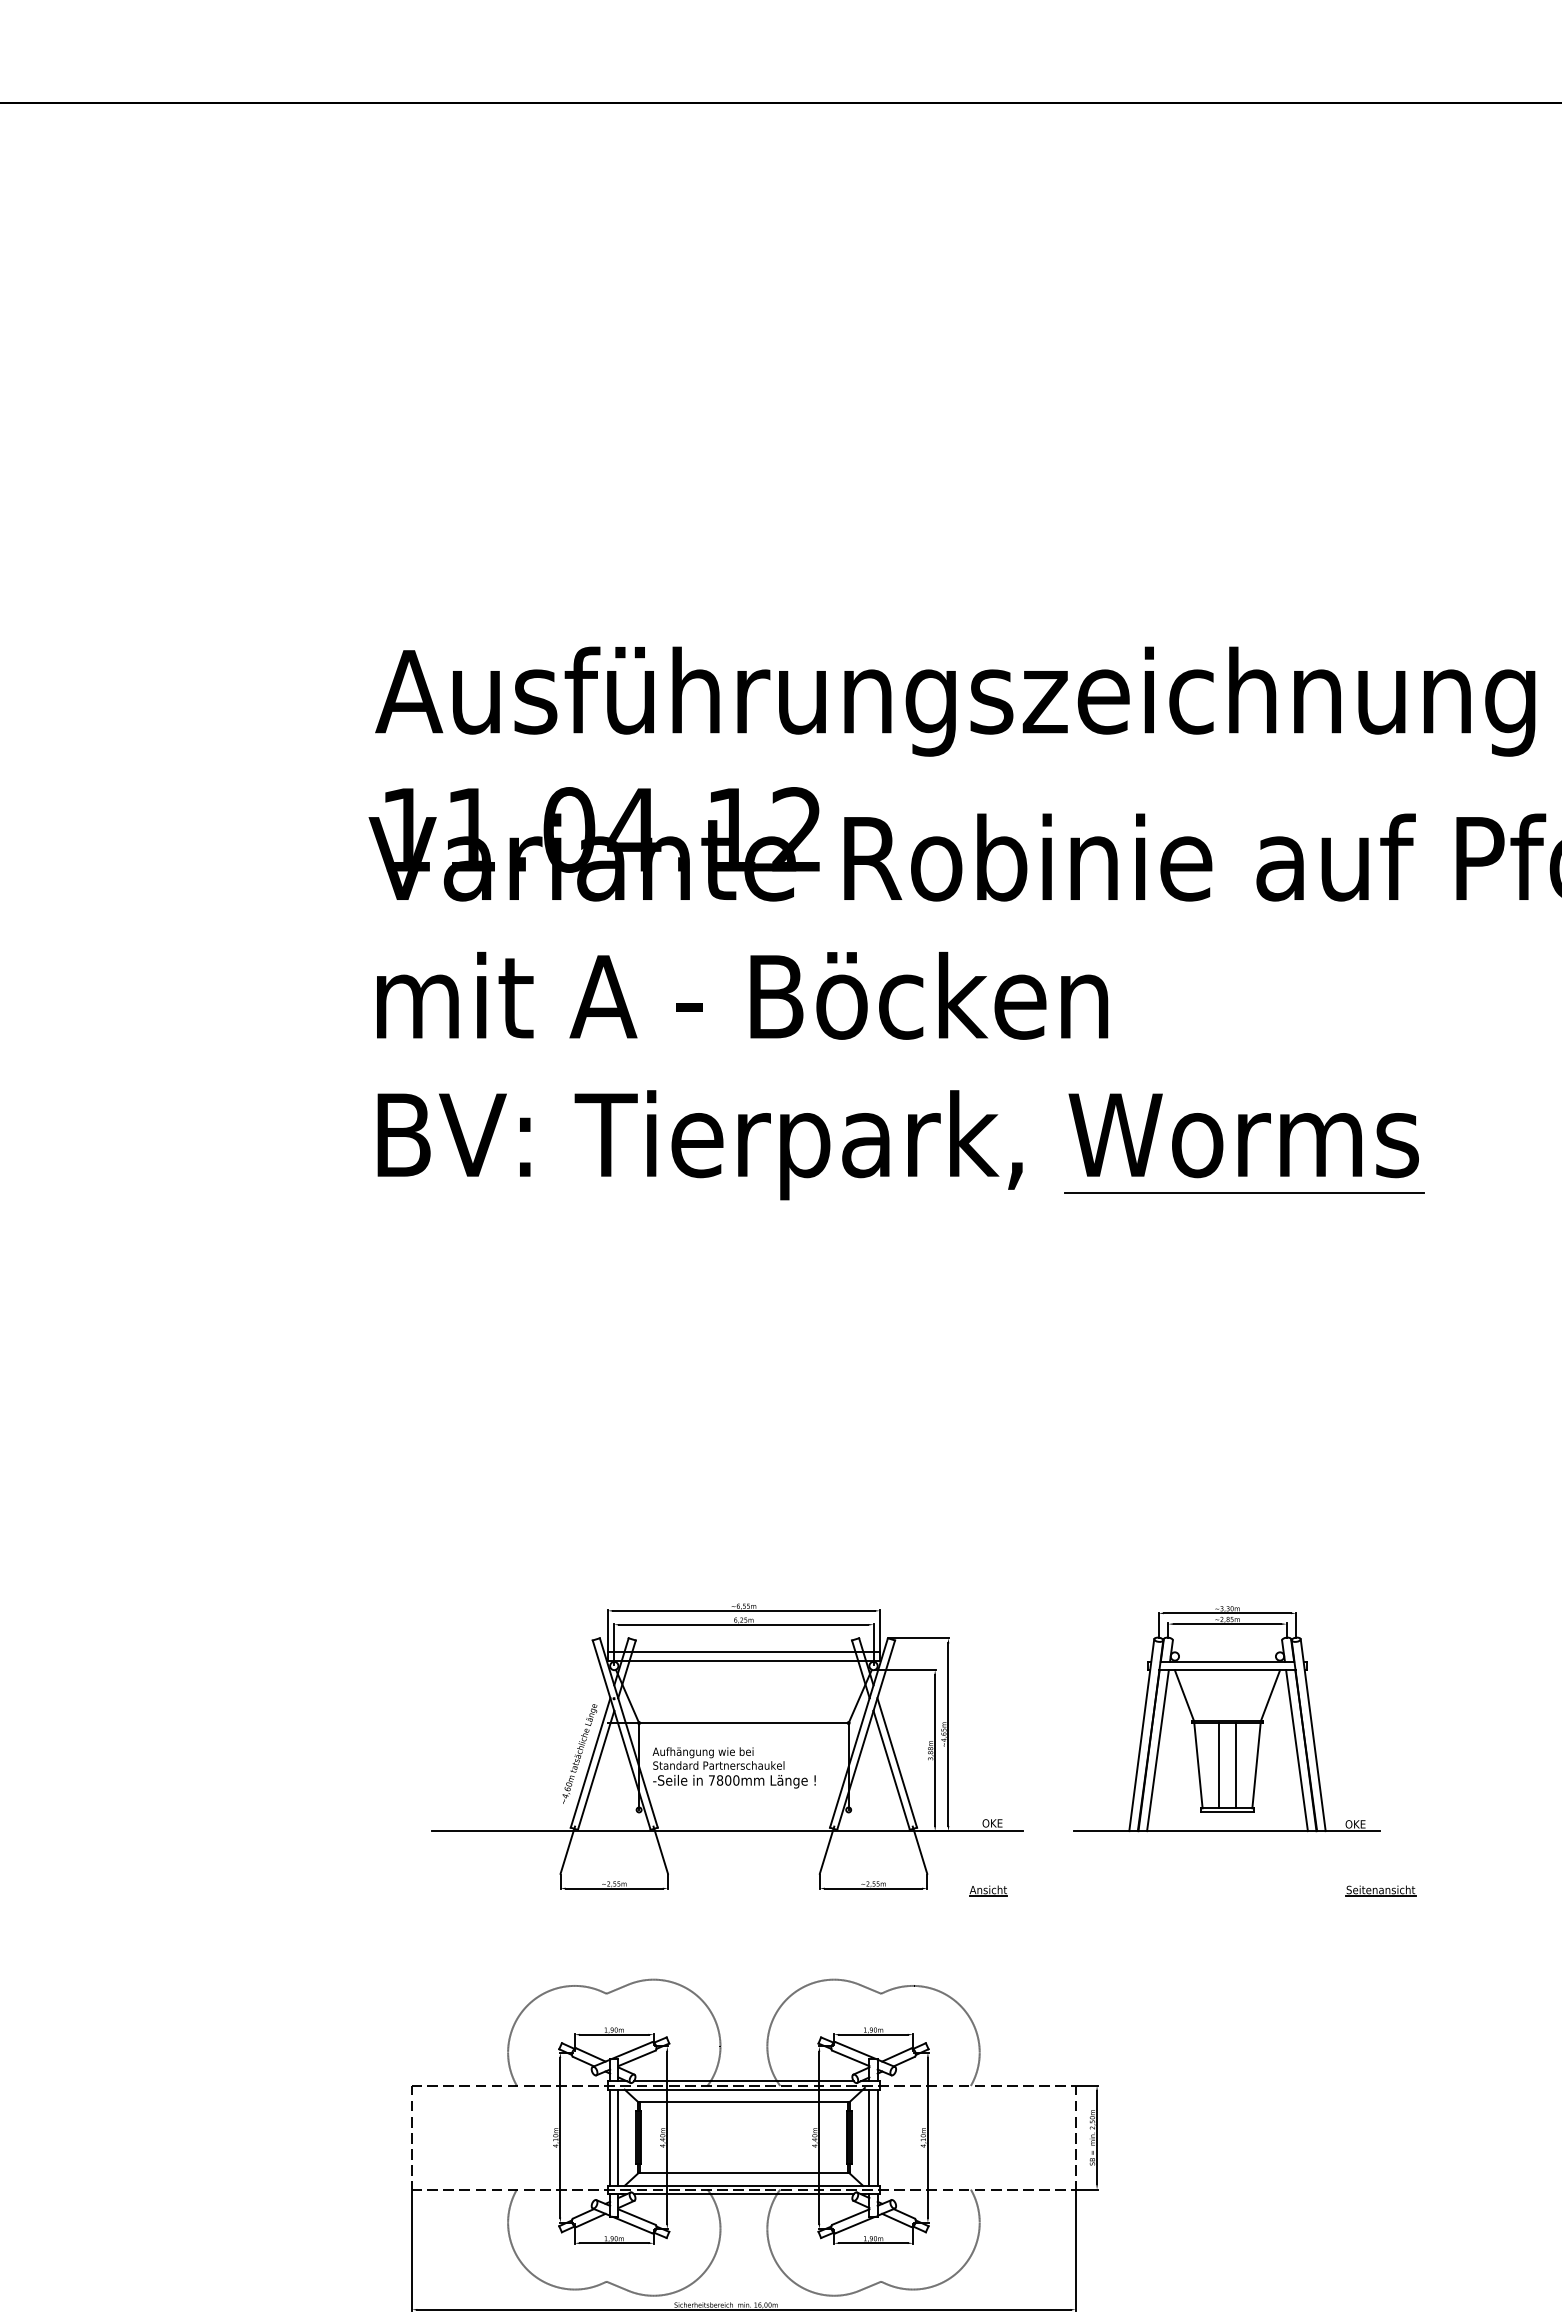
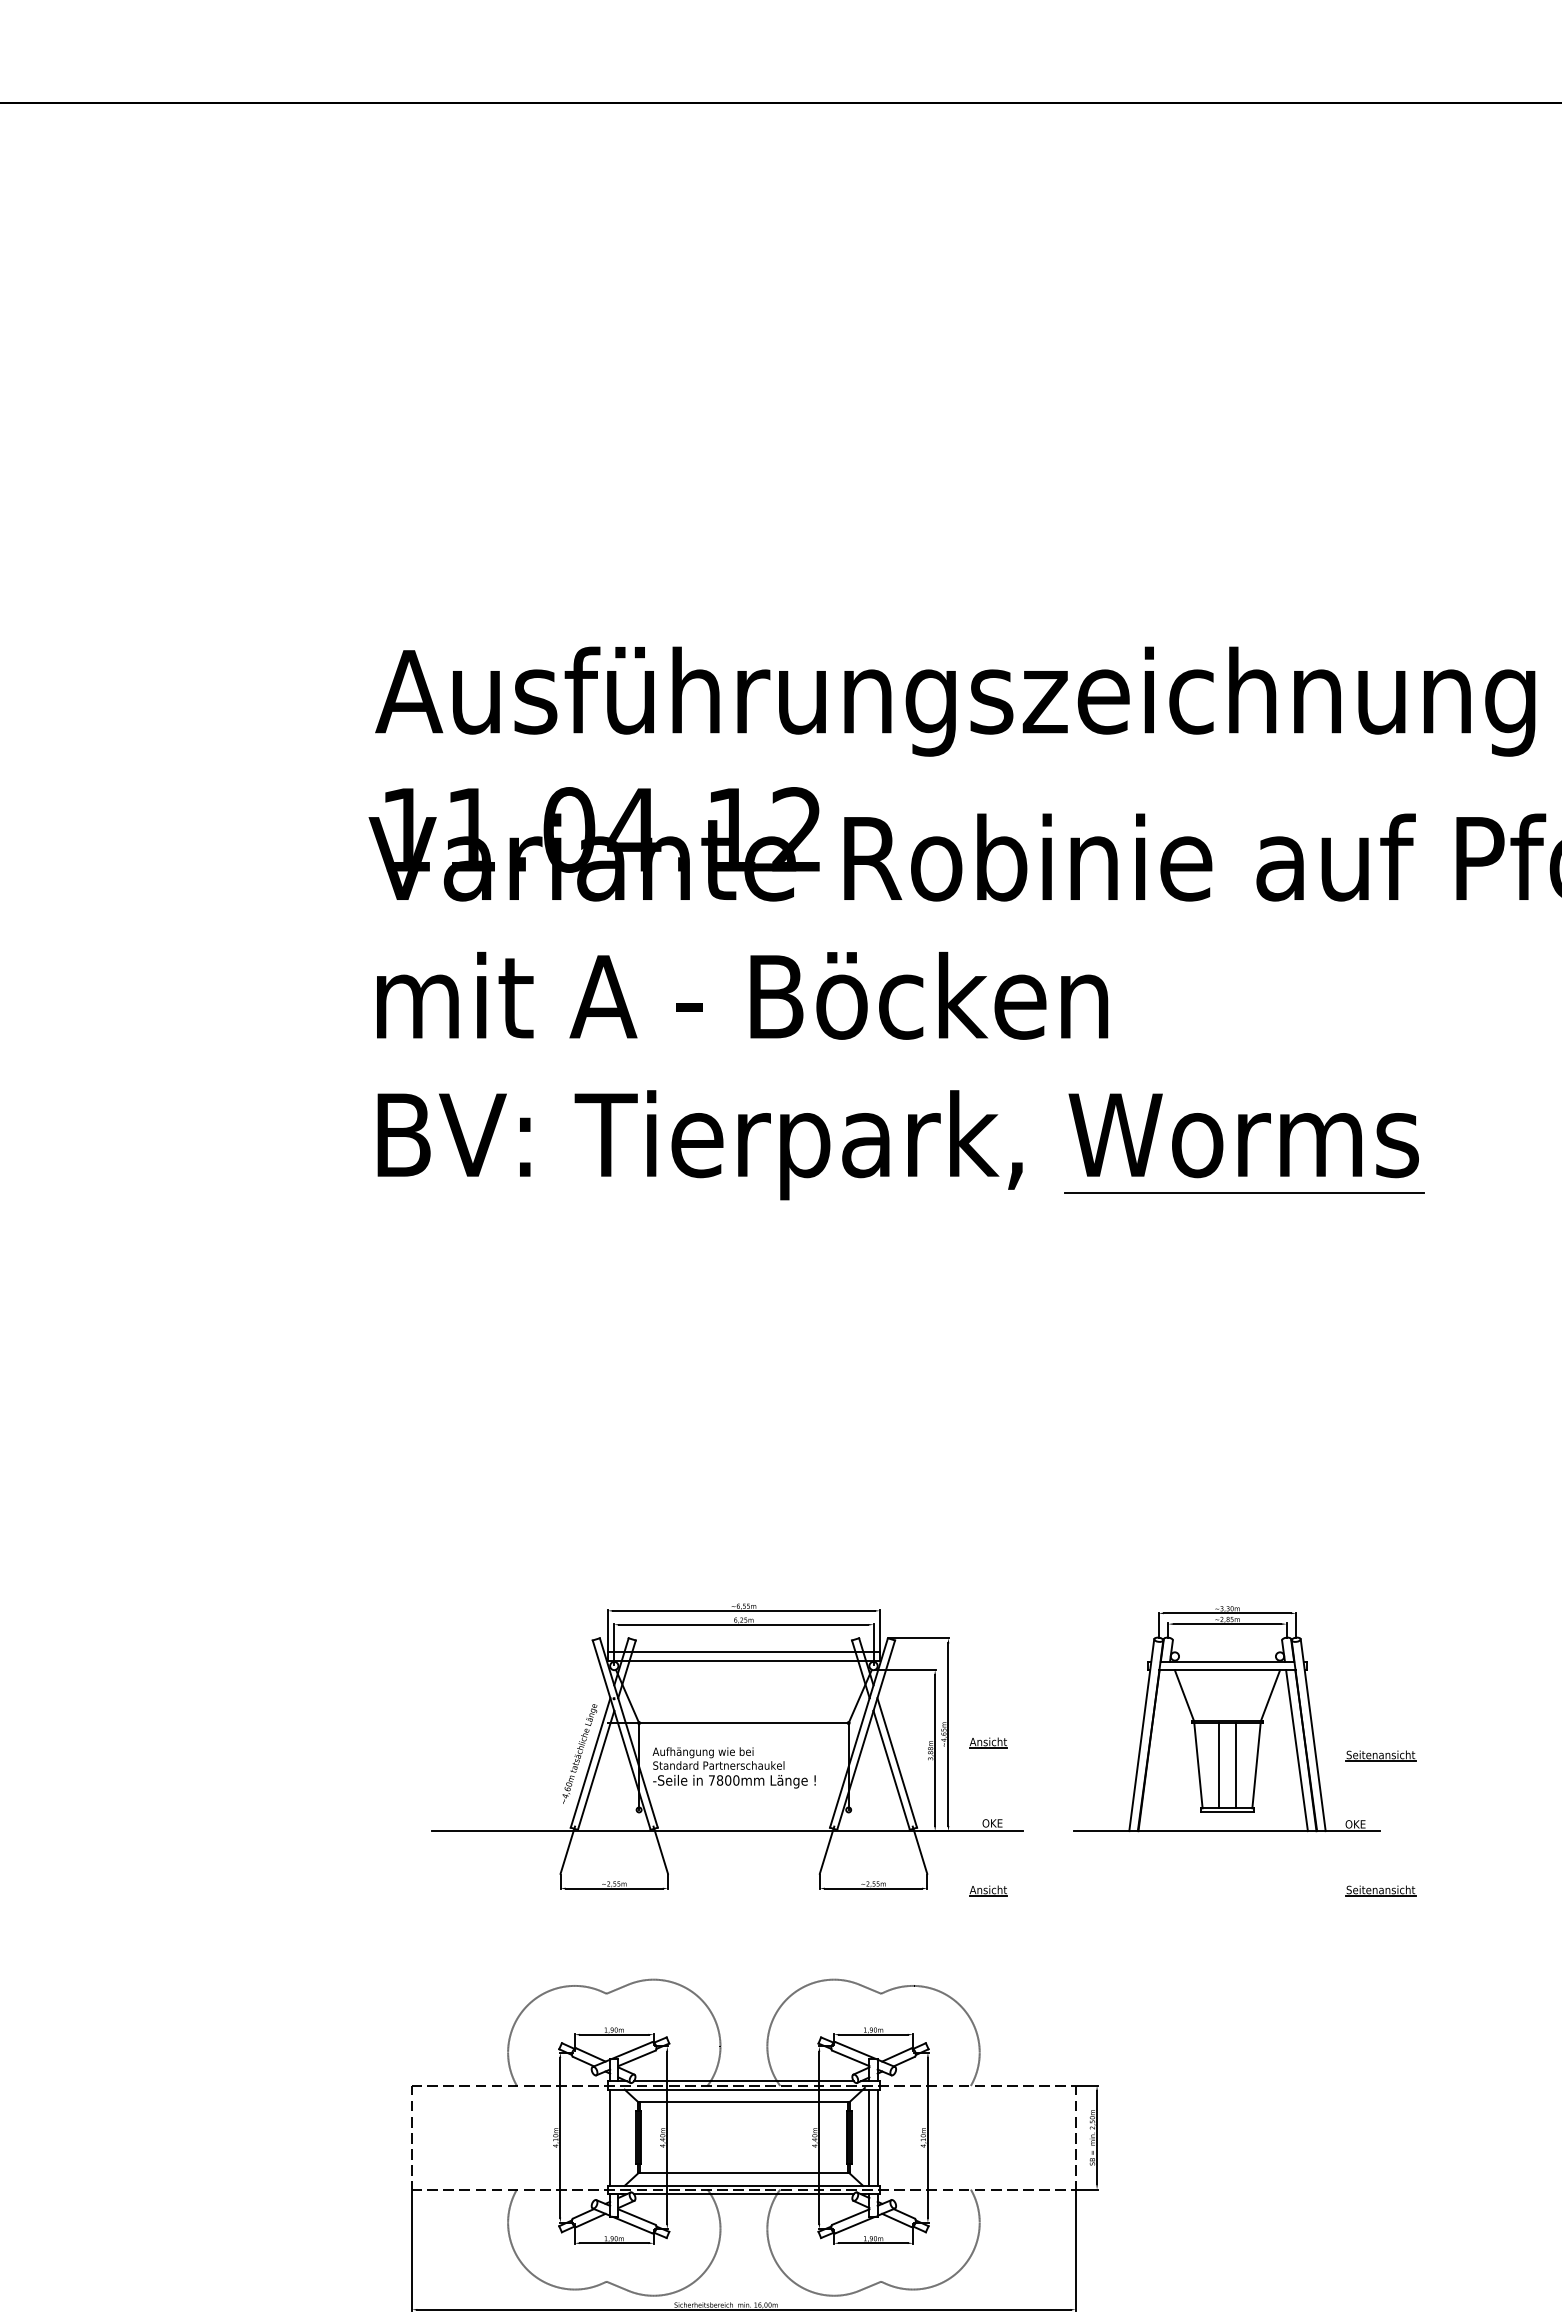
part at (988, 1742): none -> present
line at (1157, 1750): present -> none
part at (1380, 1755): none -> present
line at (618, 2137): present -> none
